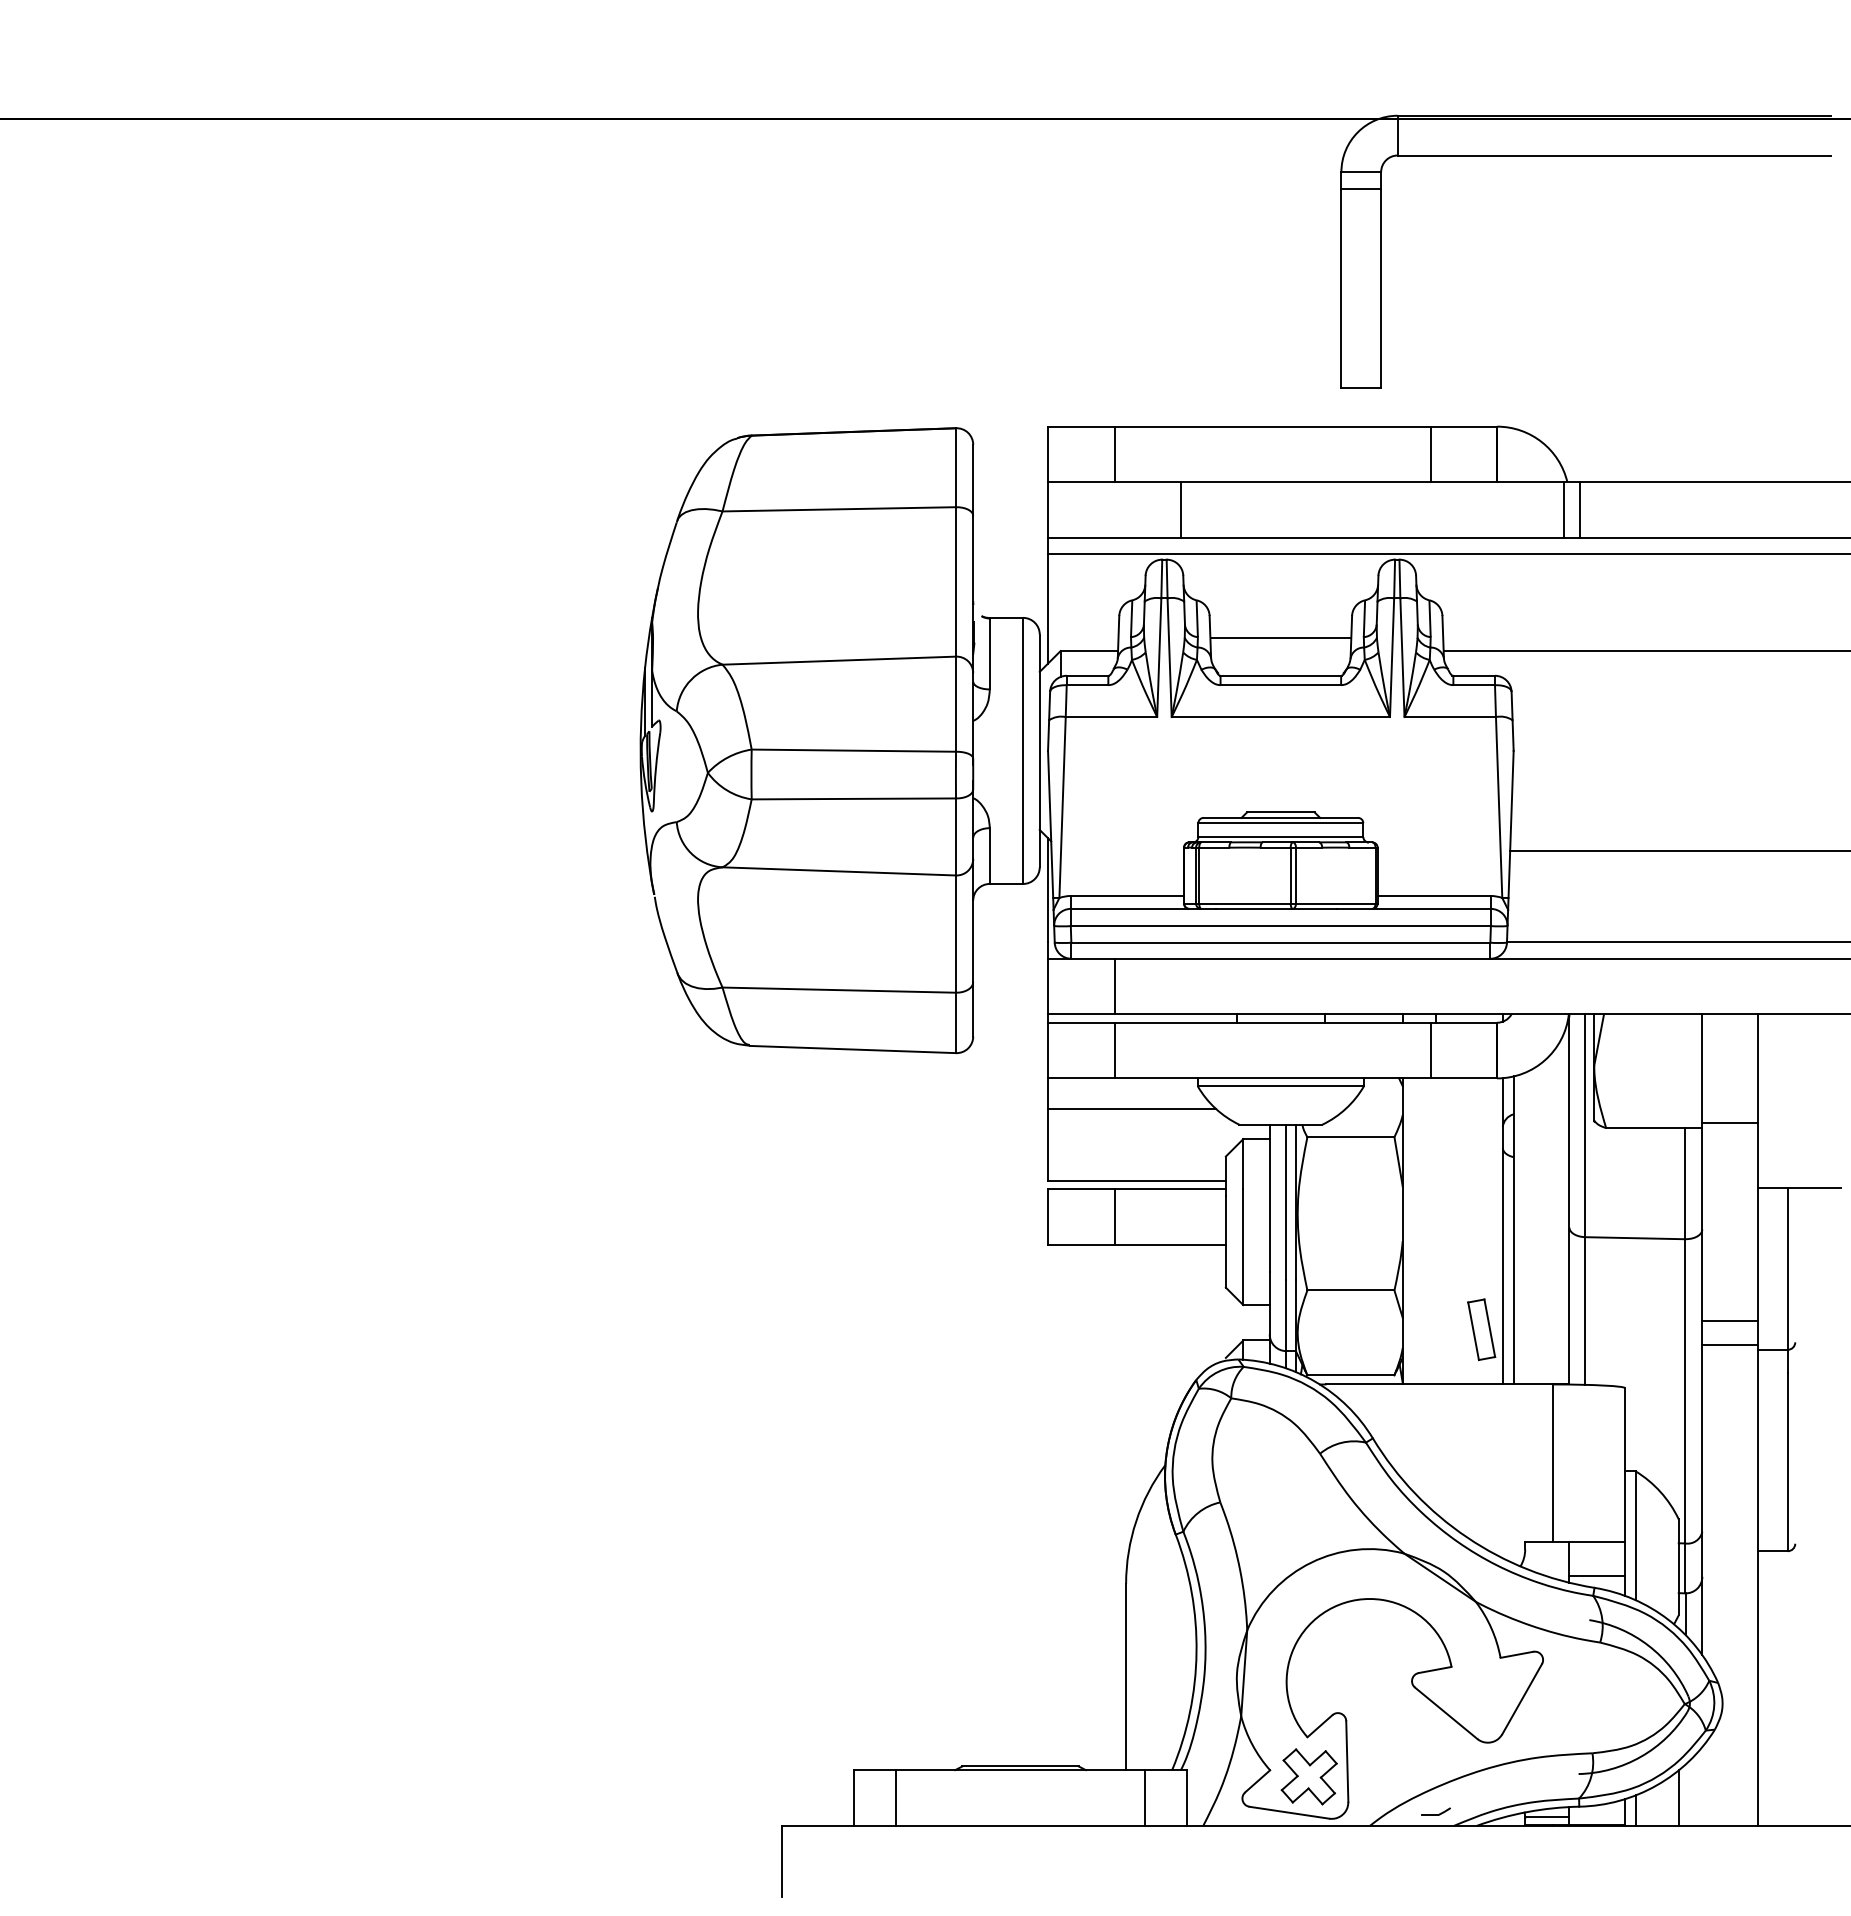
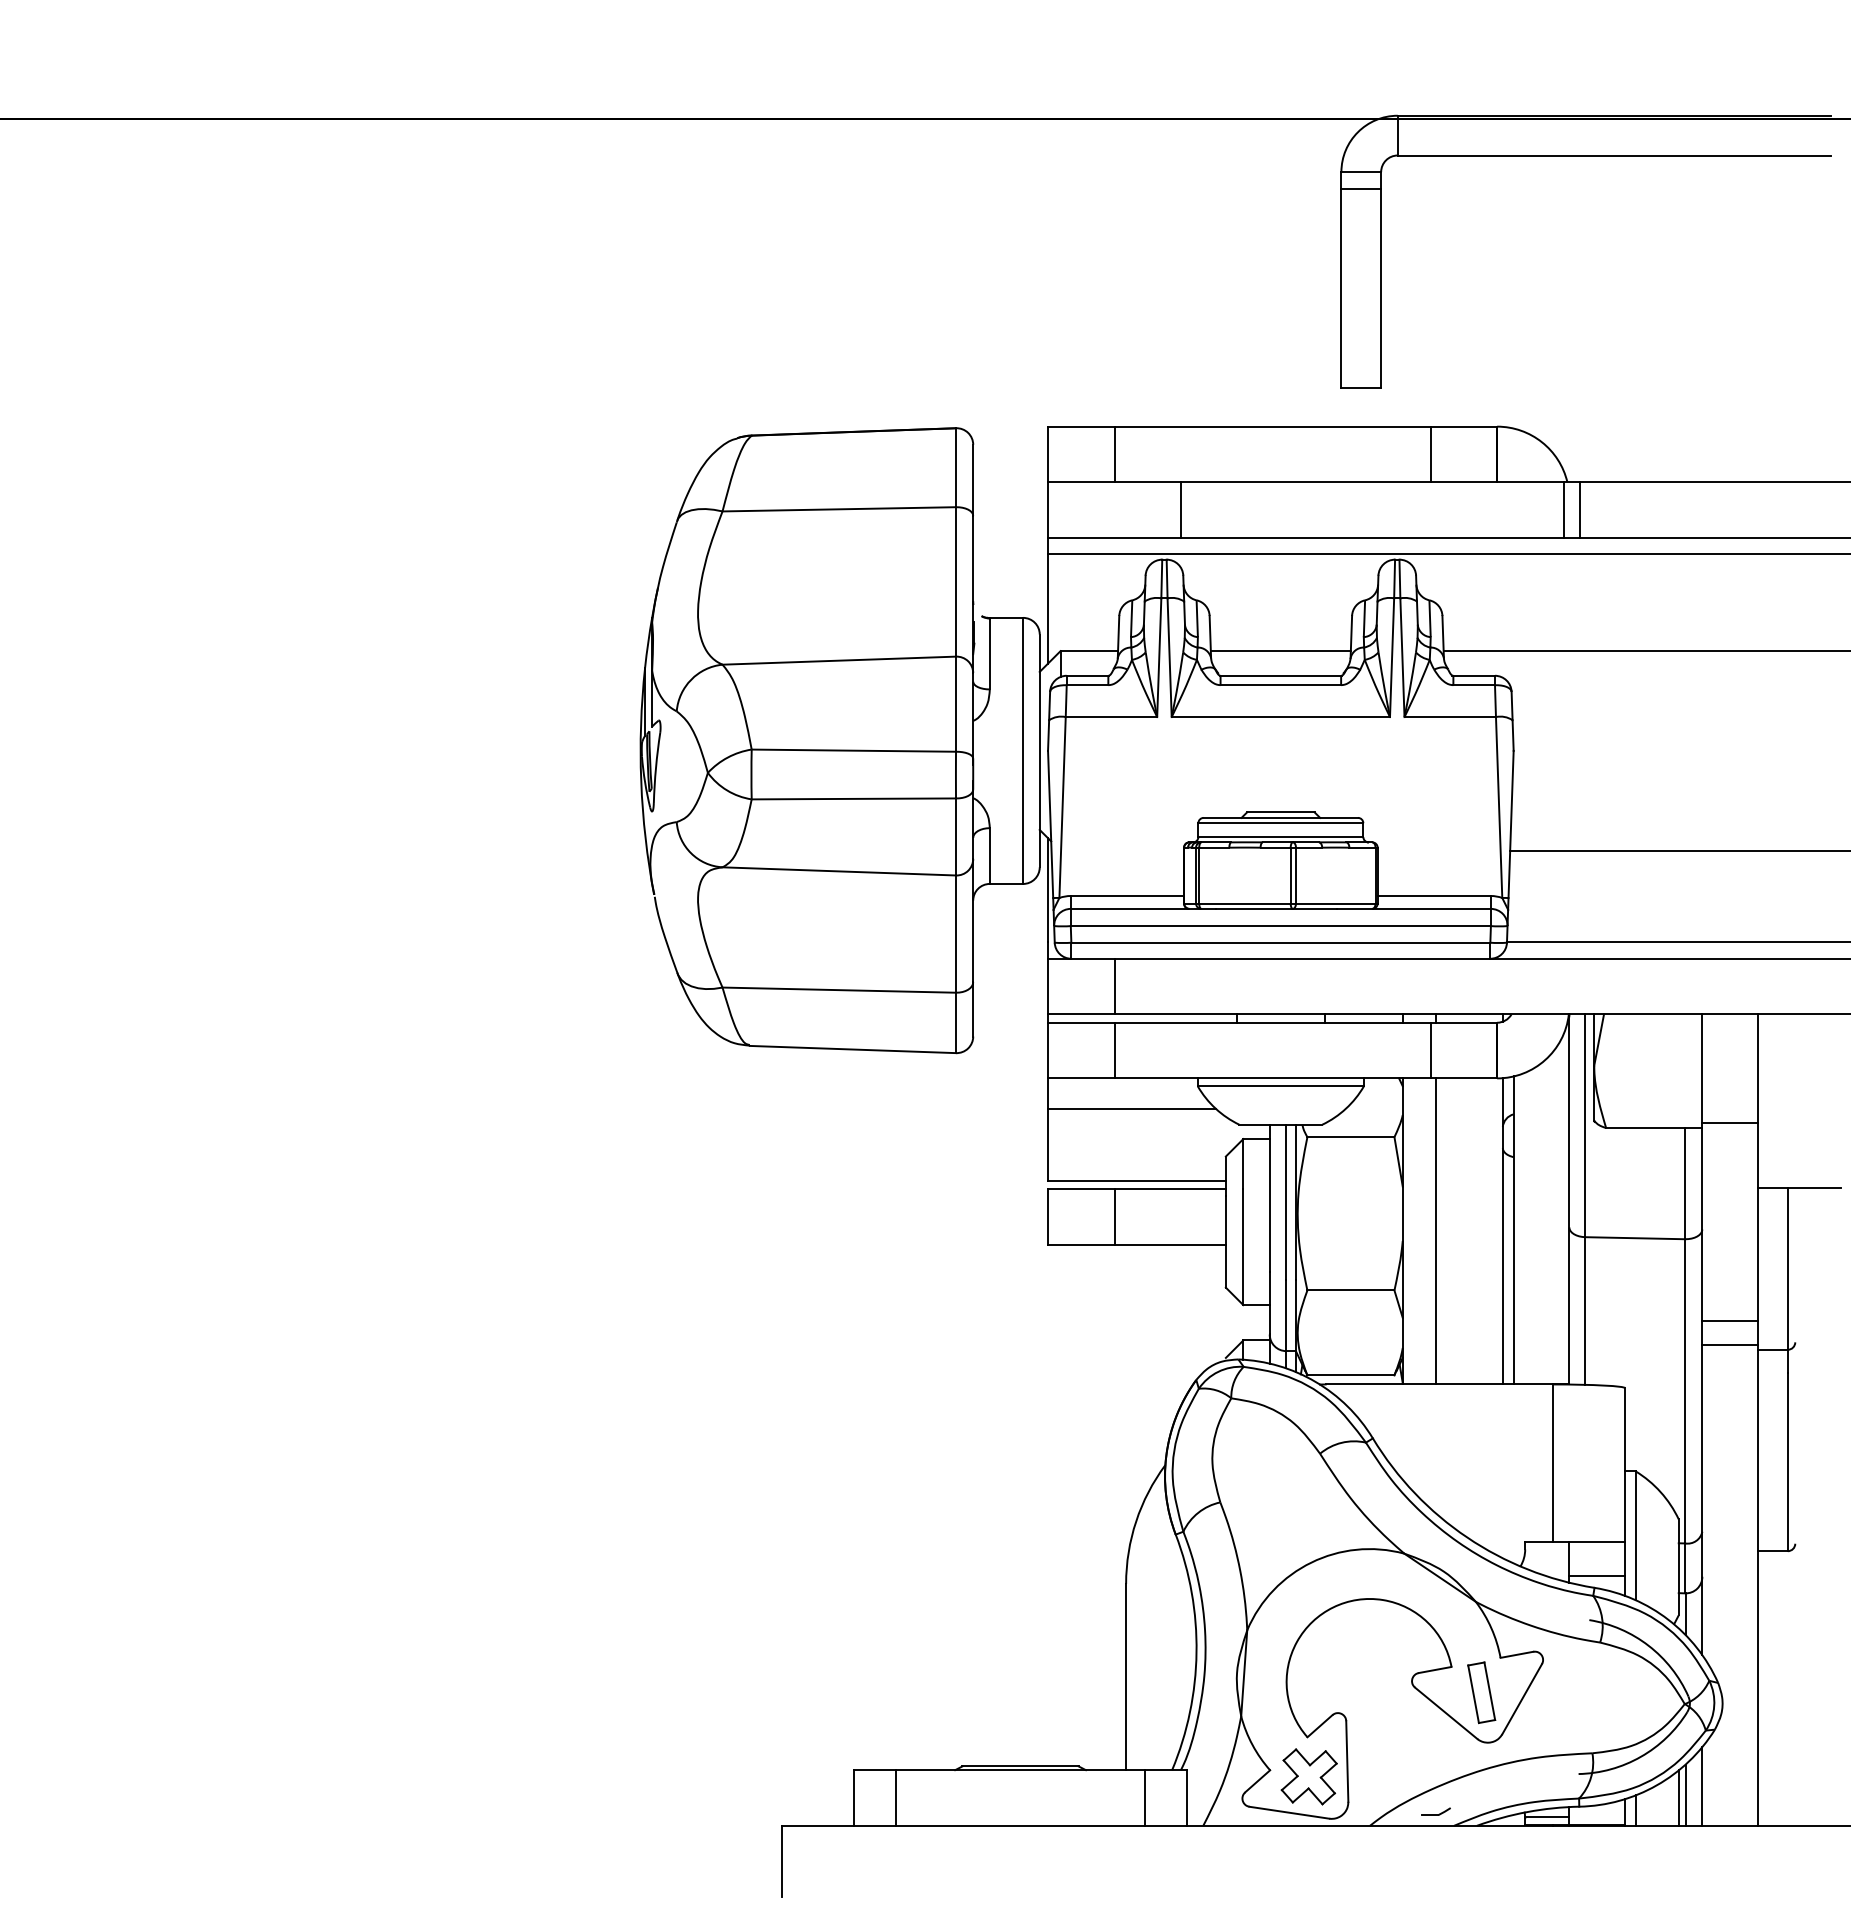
line at (1280, 638) position: (1280, 638) -> (1280, 651)
line at (1436, 1231): none -> present
part at (1481, 1329) position: (1481, 1329) -> (1481, 1692)
line at (1702, 1786): none -> present
line at (1685, 1794): none -> present
